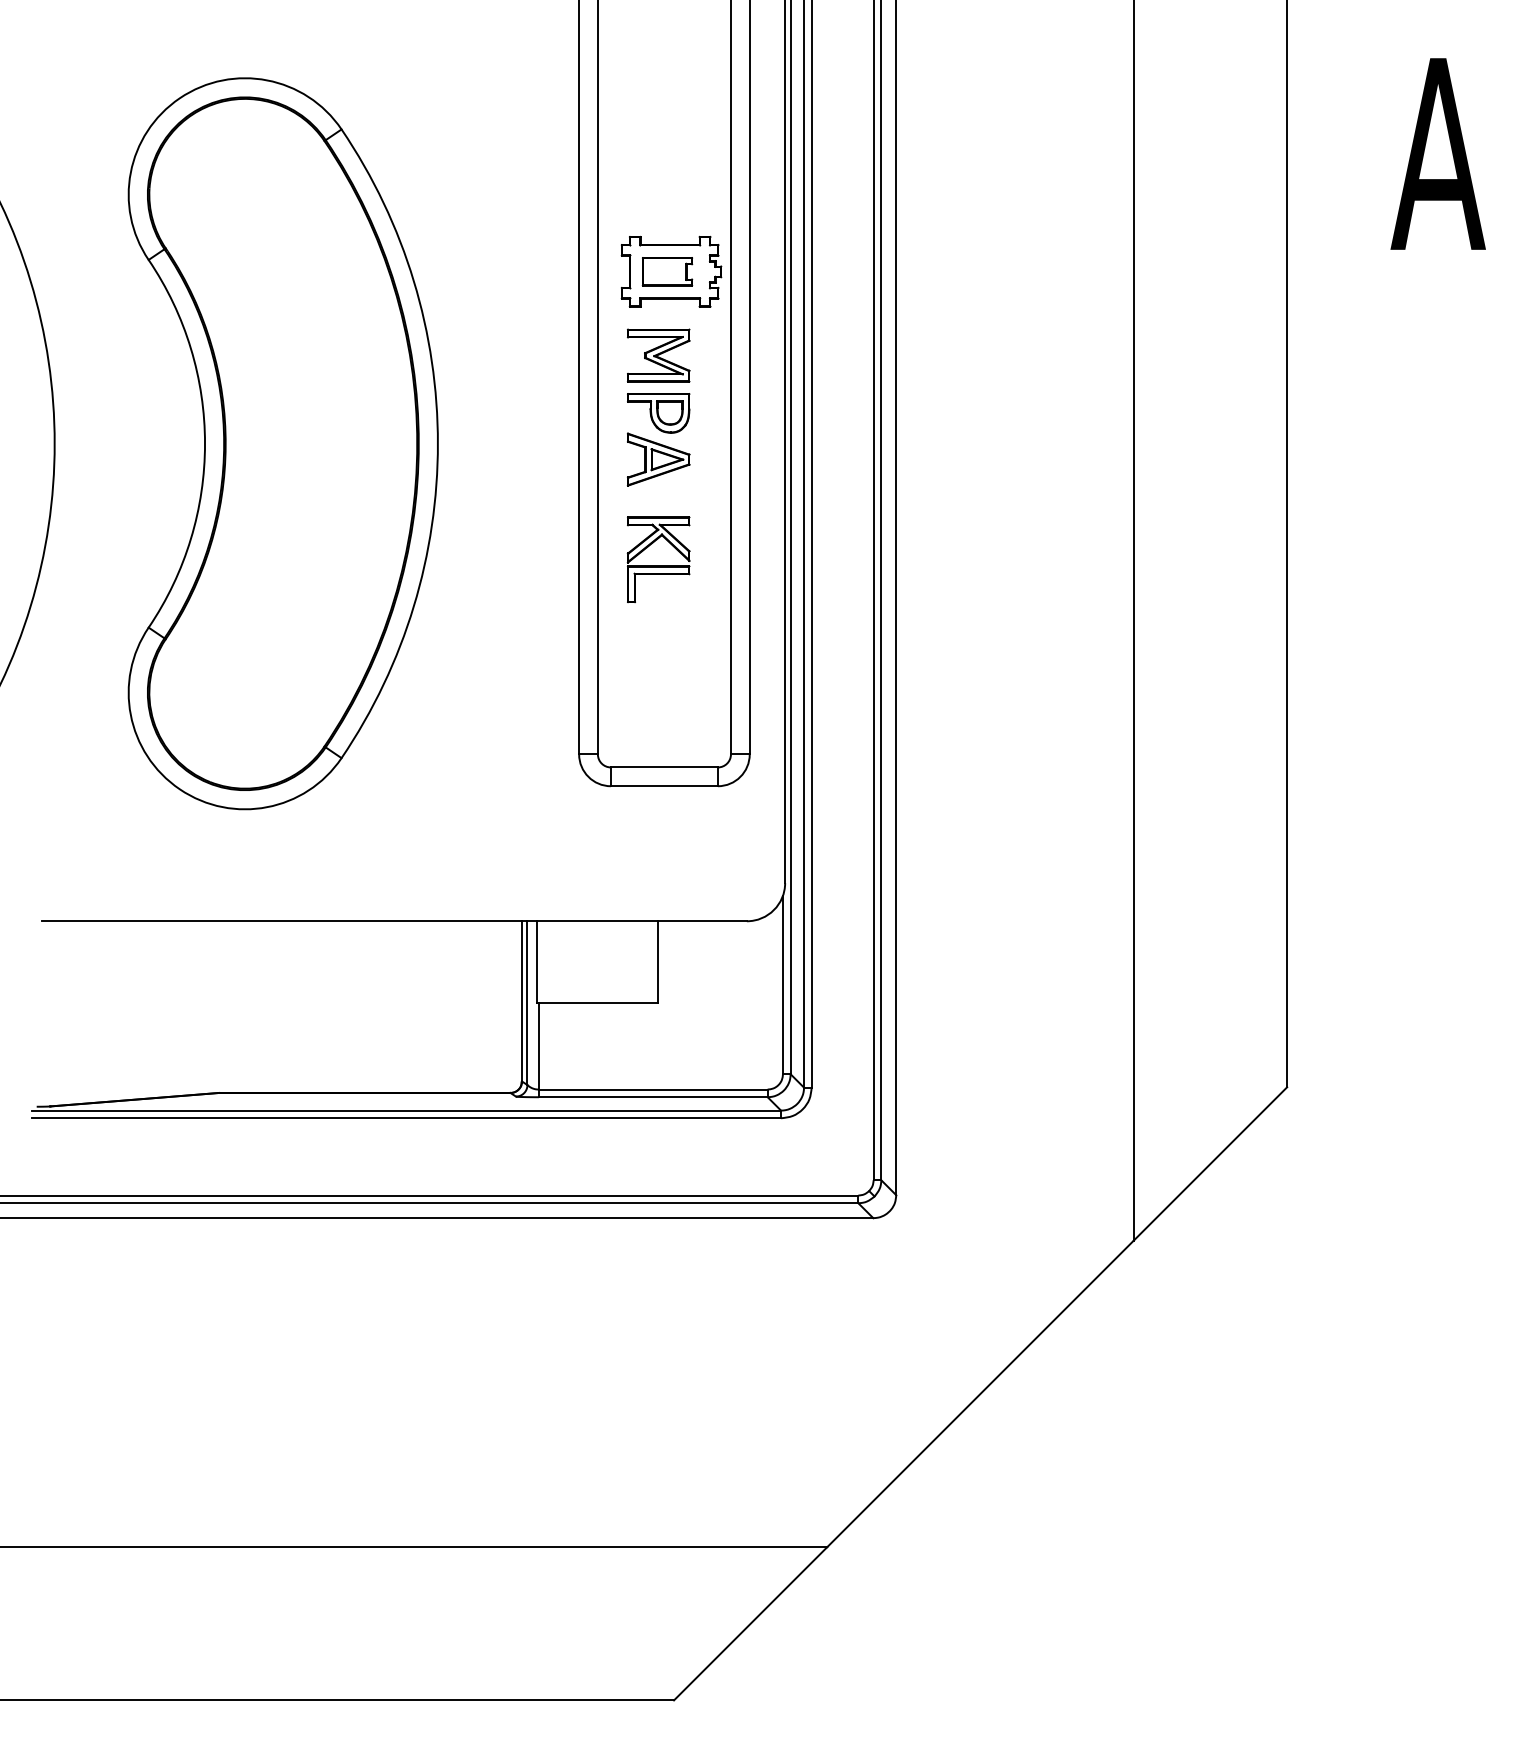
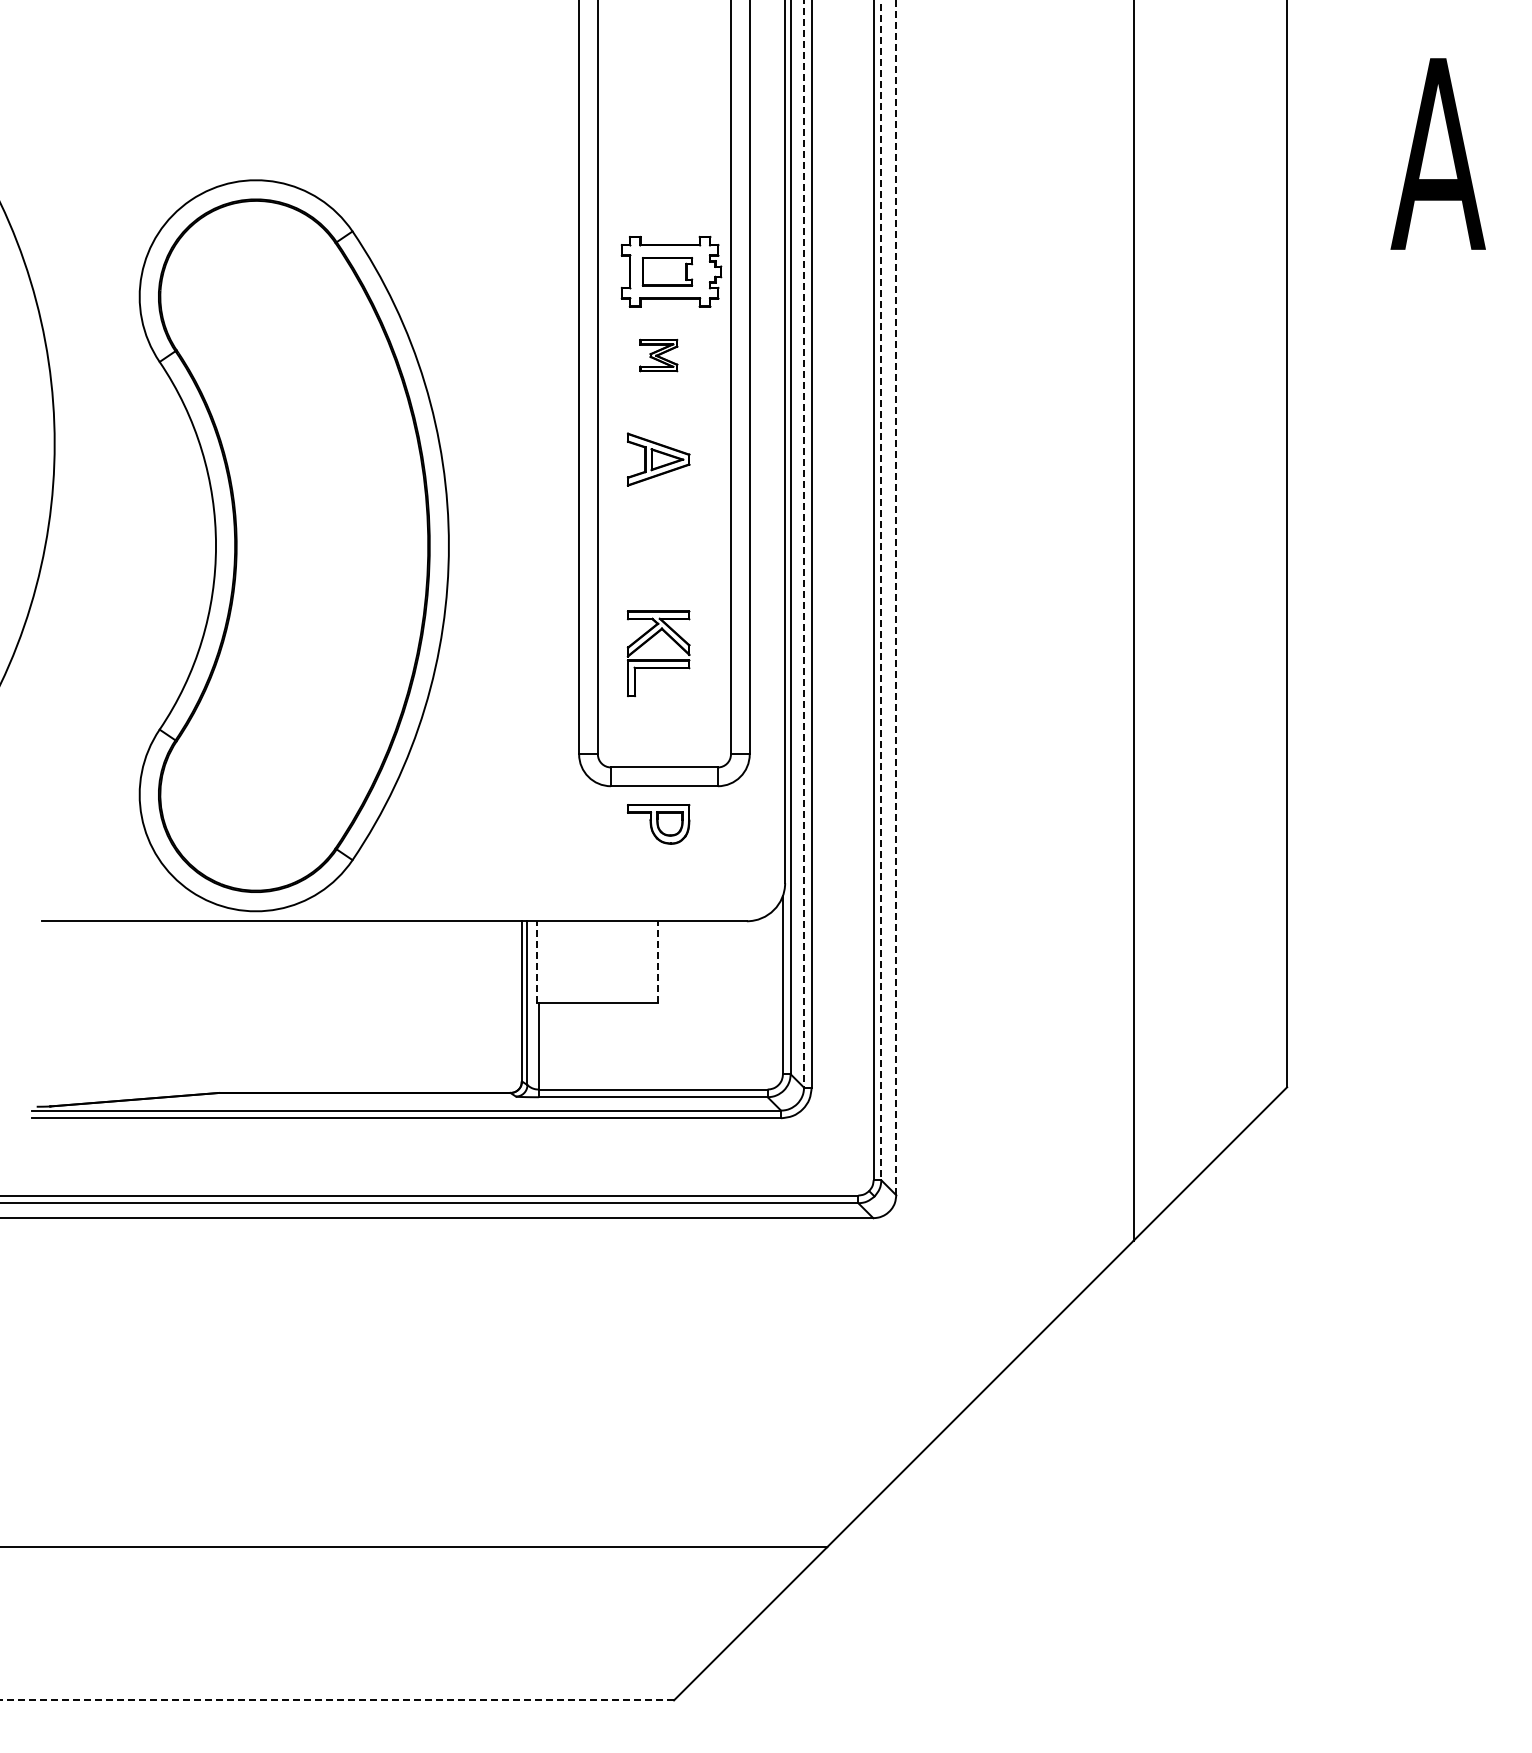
part at (658, 355) size: 64x55 px -> 40x35 px
part at (658, 413) position: (658, 413) -> (658, 824)
part at (282, 443) position: (282, 443) -> (293, 545)
line at (804, 544): solid -> dashed
part at (658, 559) position: (658, 559) -> (658, 653)
line at (881, 590): solid -> dashed
line at (896, 598): solid -> dashed
line at (537, 962): solid -> dashed
line at (657, 962): solid -> dashed
line at (337, 1700): solid -> dashed
